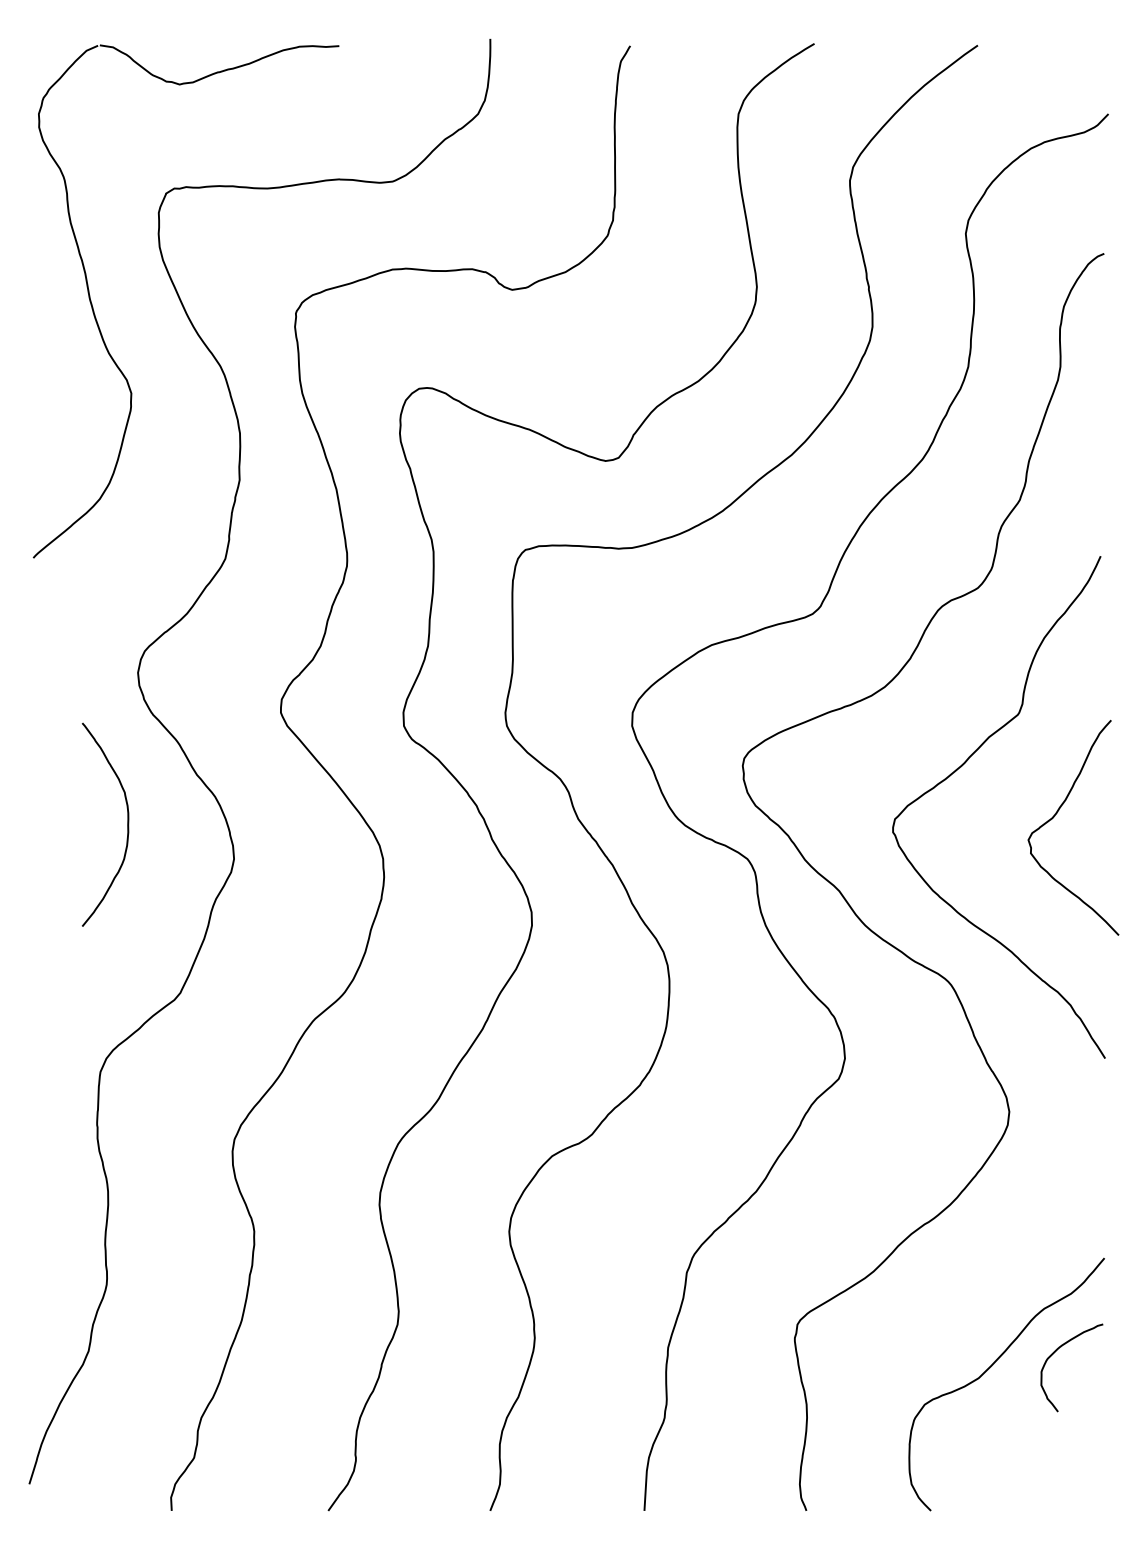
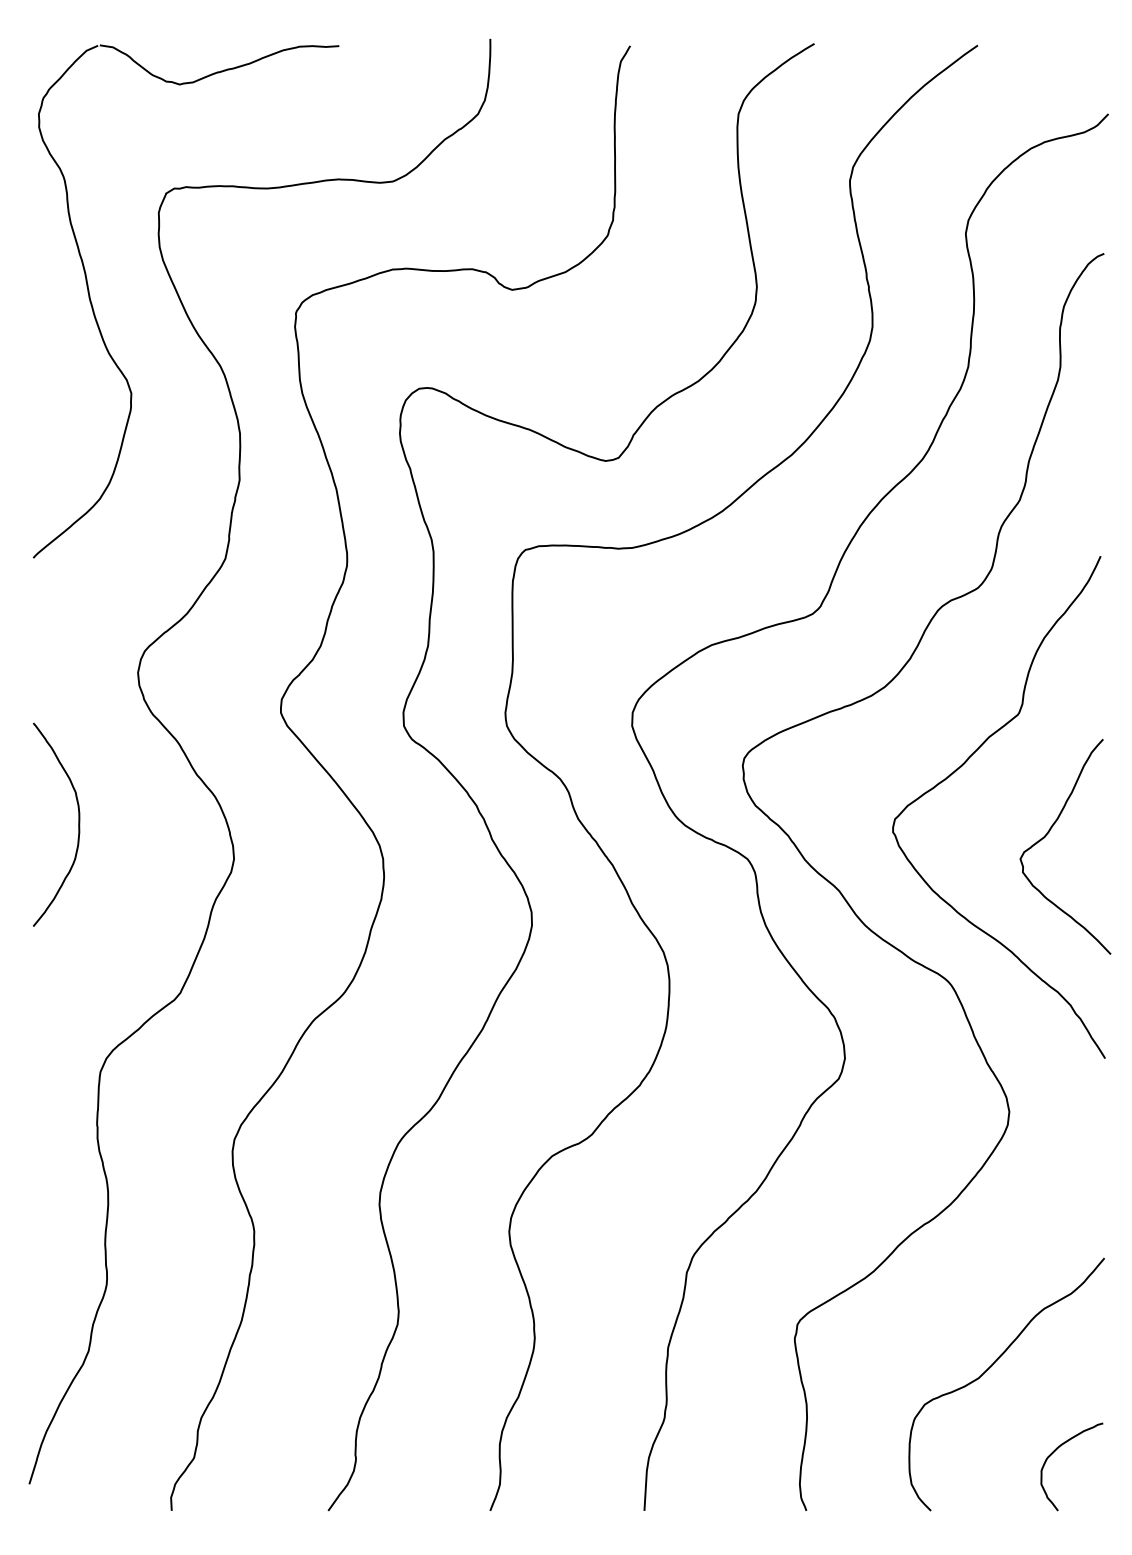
curve at (1055, 816) position: (1055, 816) -> (1047, 835)
curve at (127, 824) position: (127, 824) -> (78, 824)
curve at (1056, 1351) position: (1056, 1351) -> (1056, 1450)
